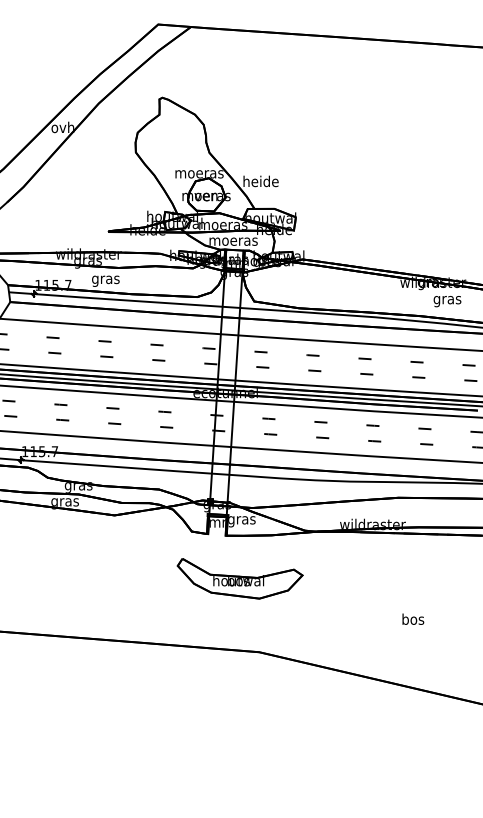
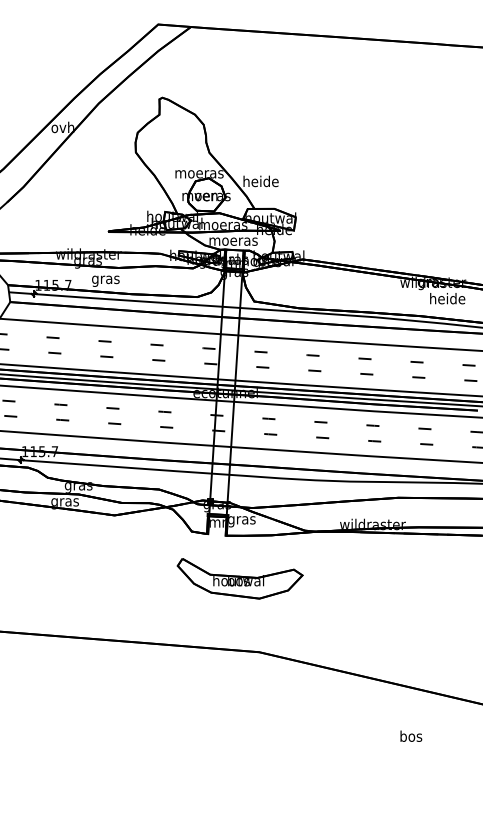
text at (447, 300): gras -> heide
text at (413, 618) position: (413, 618) -> (411, 735)
